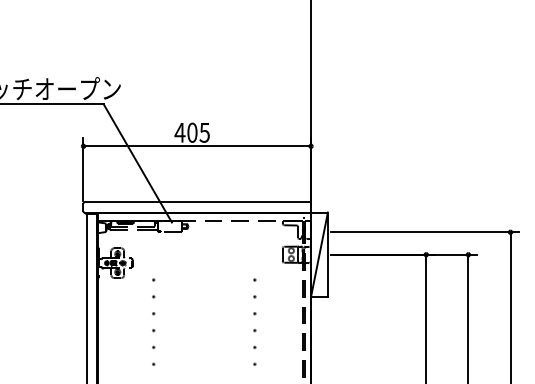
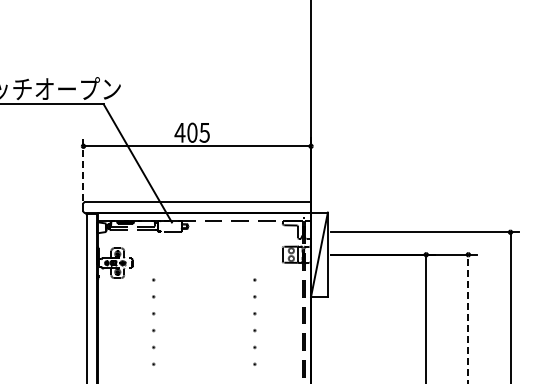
line at (83, 168): solid -> dashed
line at (468, 318): solid -> dashed
